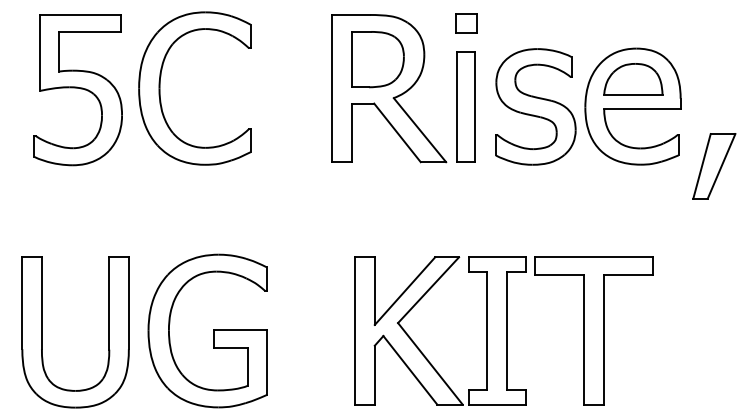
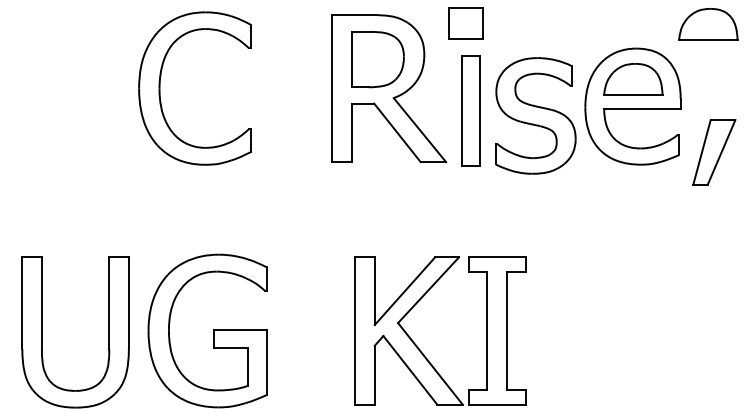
part at (466, 23) size: 23x21 px -> 36x33 px
part at (708, 24): none -> present
part at (77, 90): present -> none
part at (465, 106) position: (465, 106) -> (470, 110)
part at (535, 106) position: (535, 106) -> (535, 115)
part at (714, 166) position: (714, 166) -> (714, 152)
part at (593, 330): present -> none
